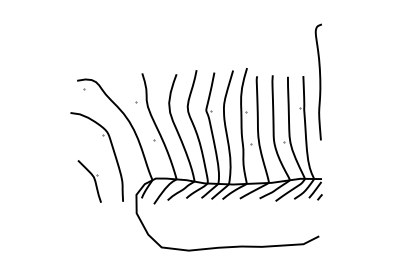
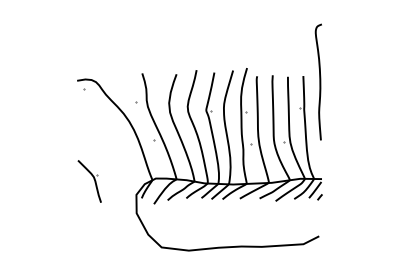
part at (112, 150): present -> none
